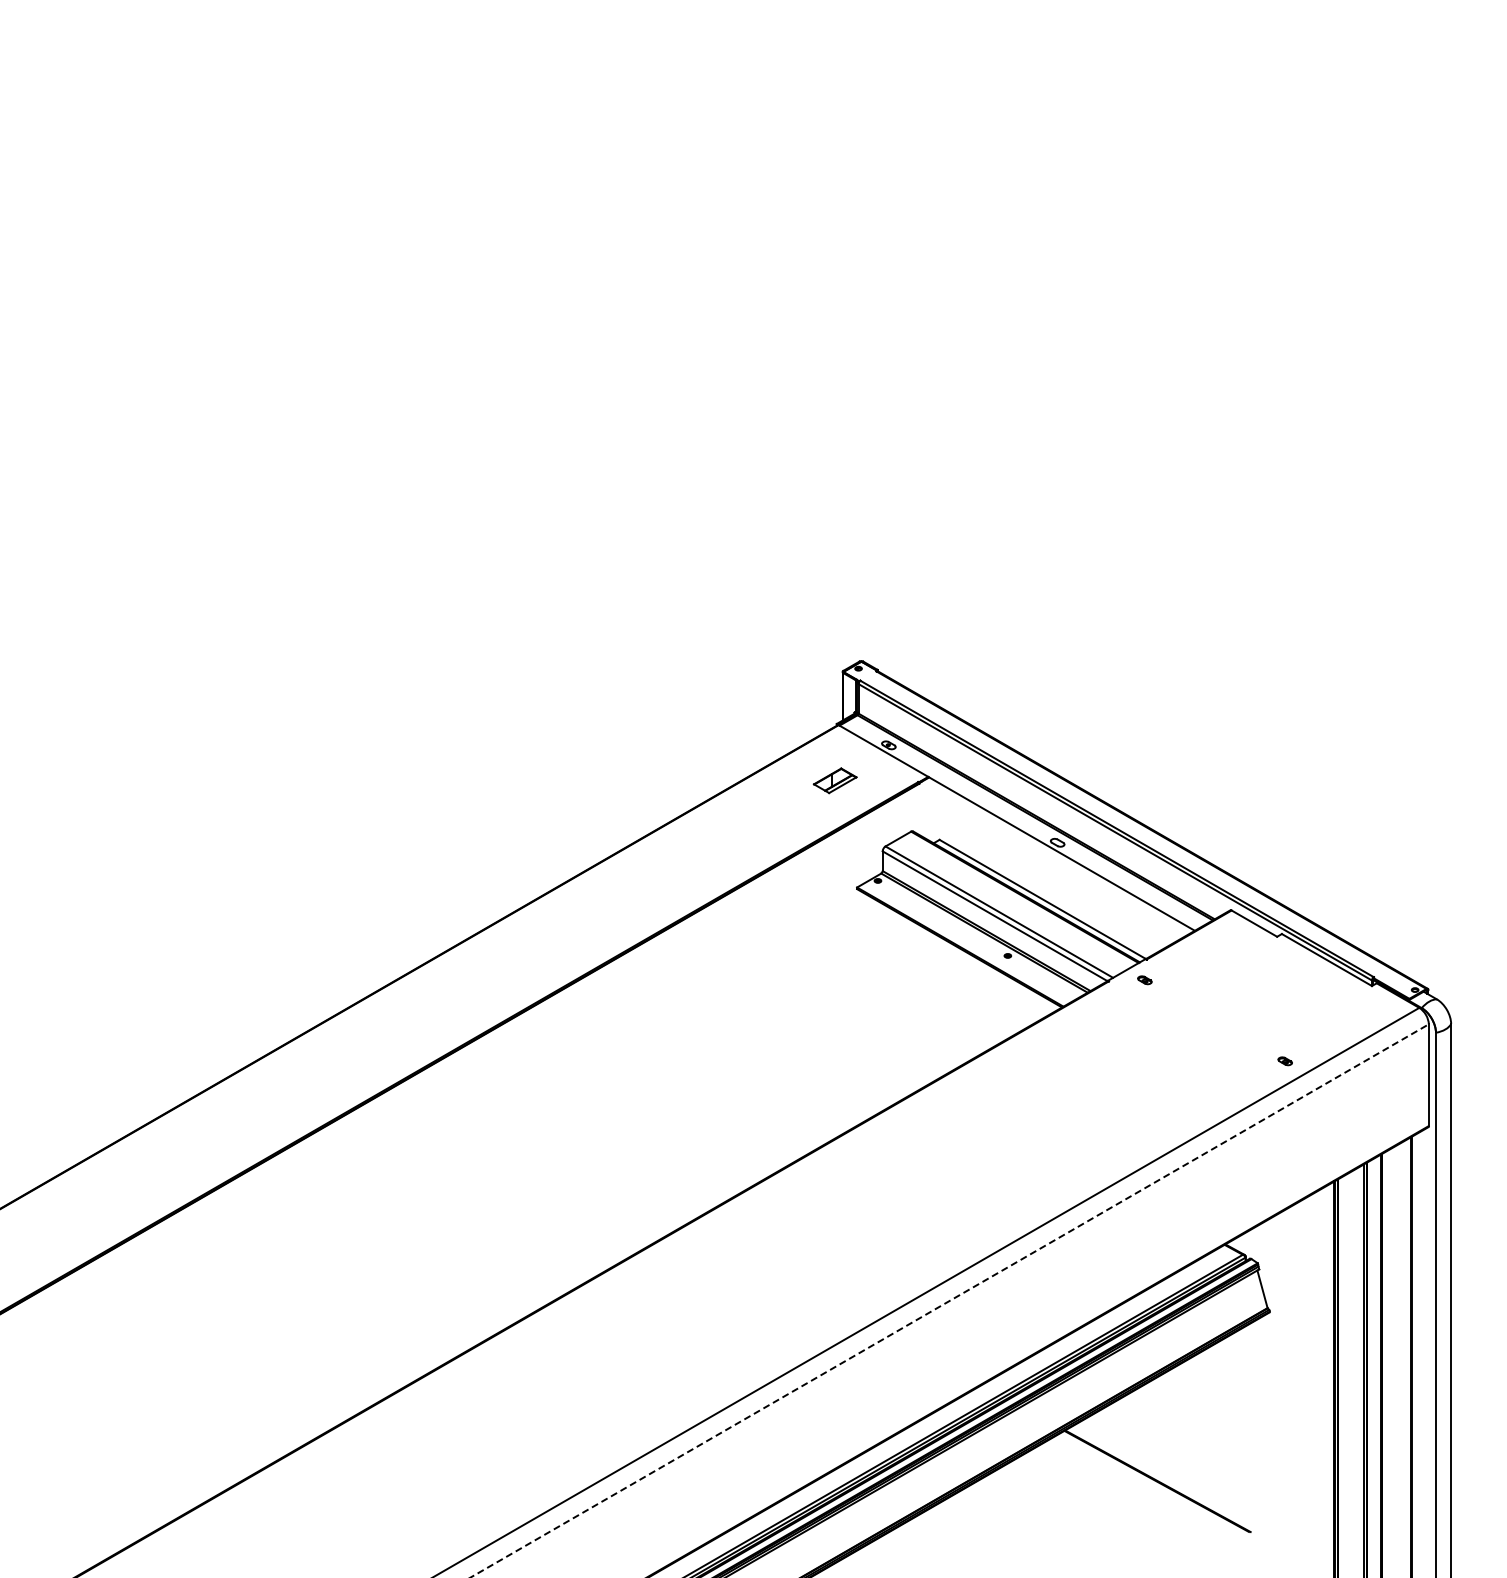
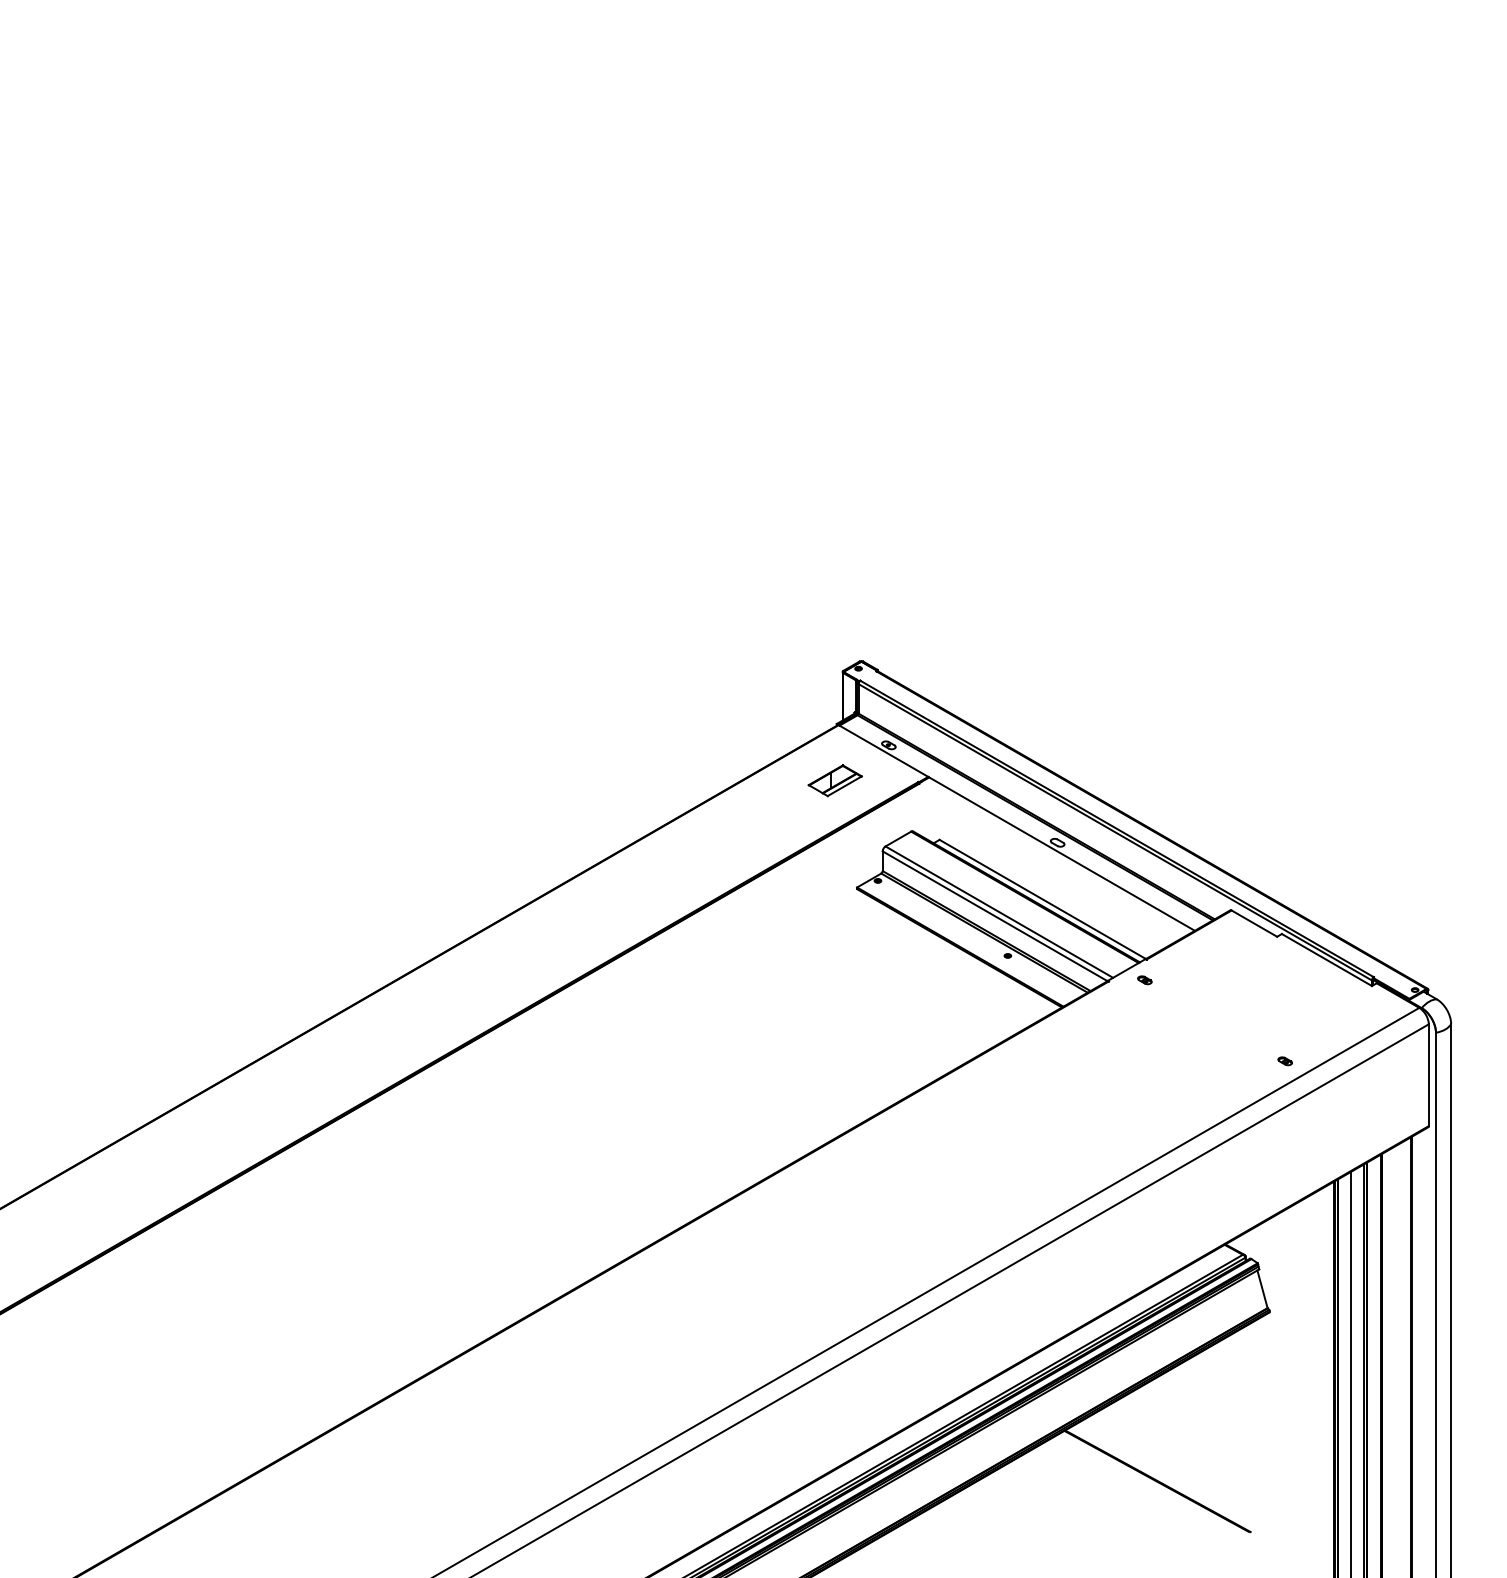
part at (834, 780) size: 46x28 px -> 56x34 px
line at (950, 1300): dashed -> solid
line at (1351, 1372): none -> present
